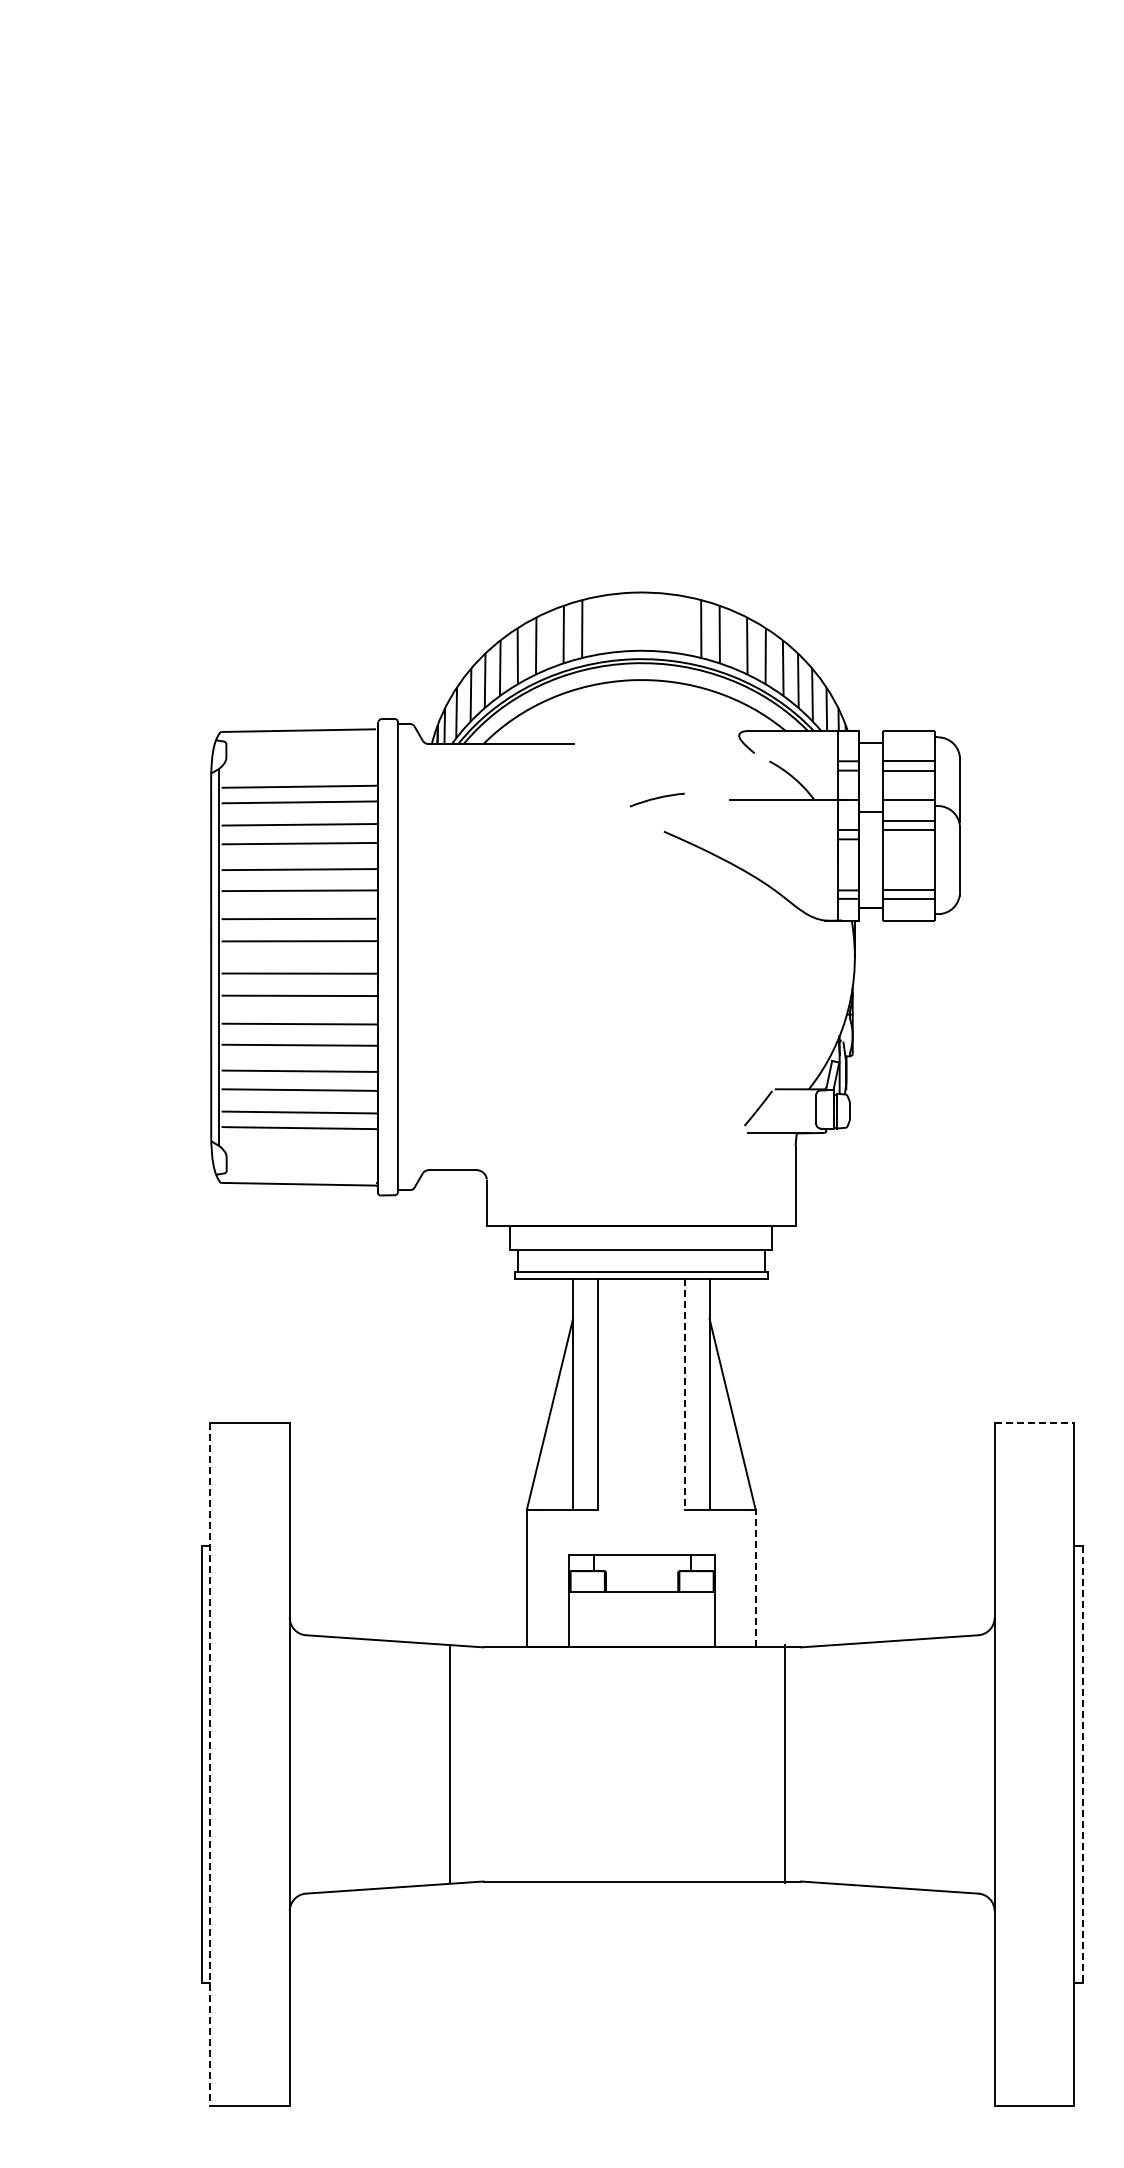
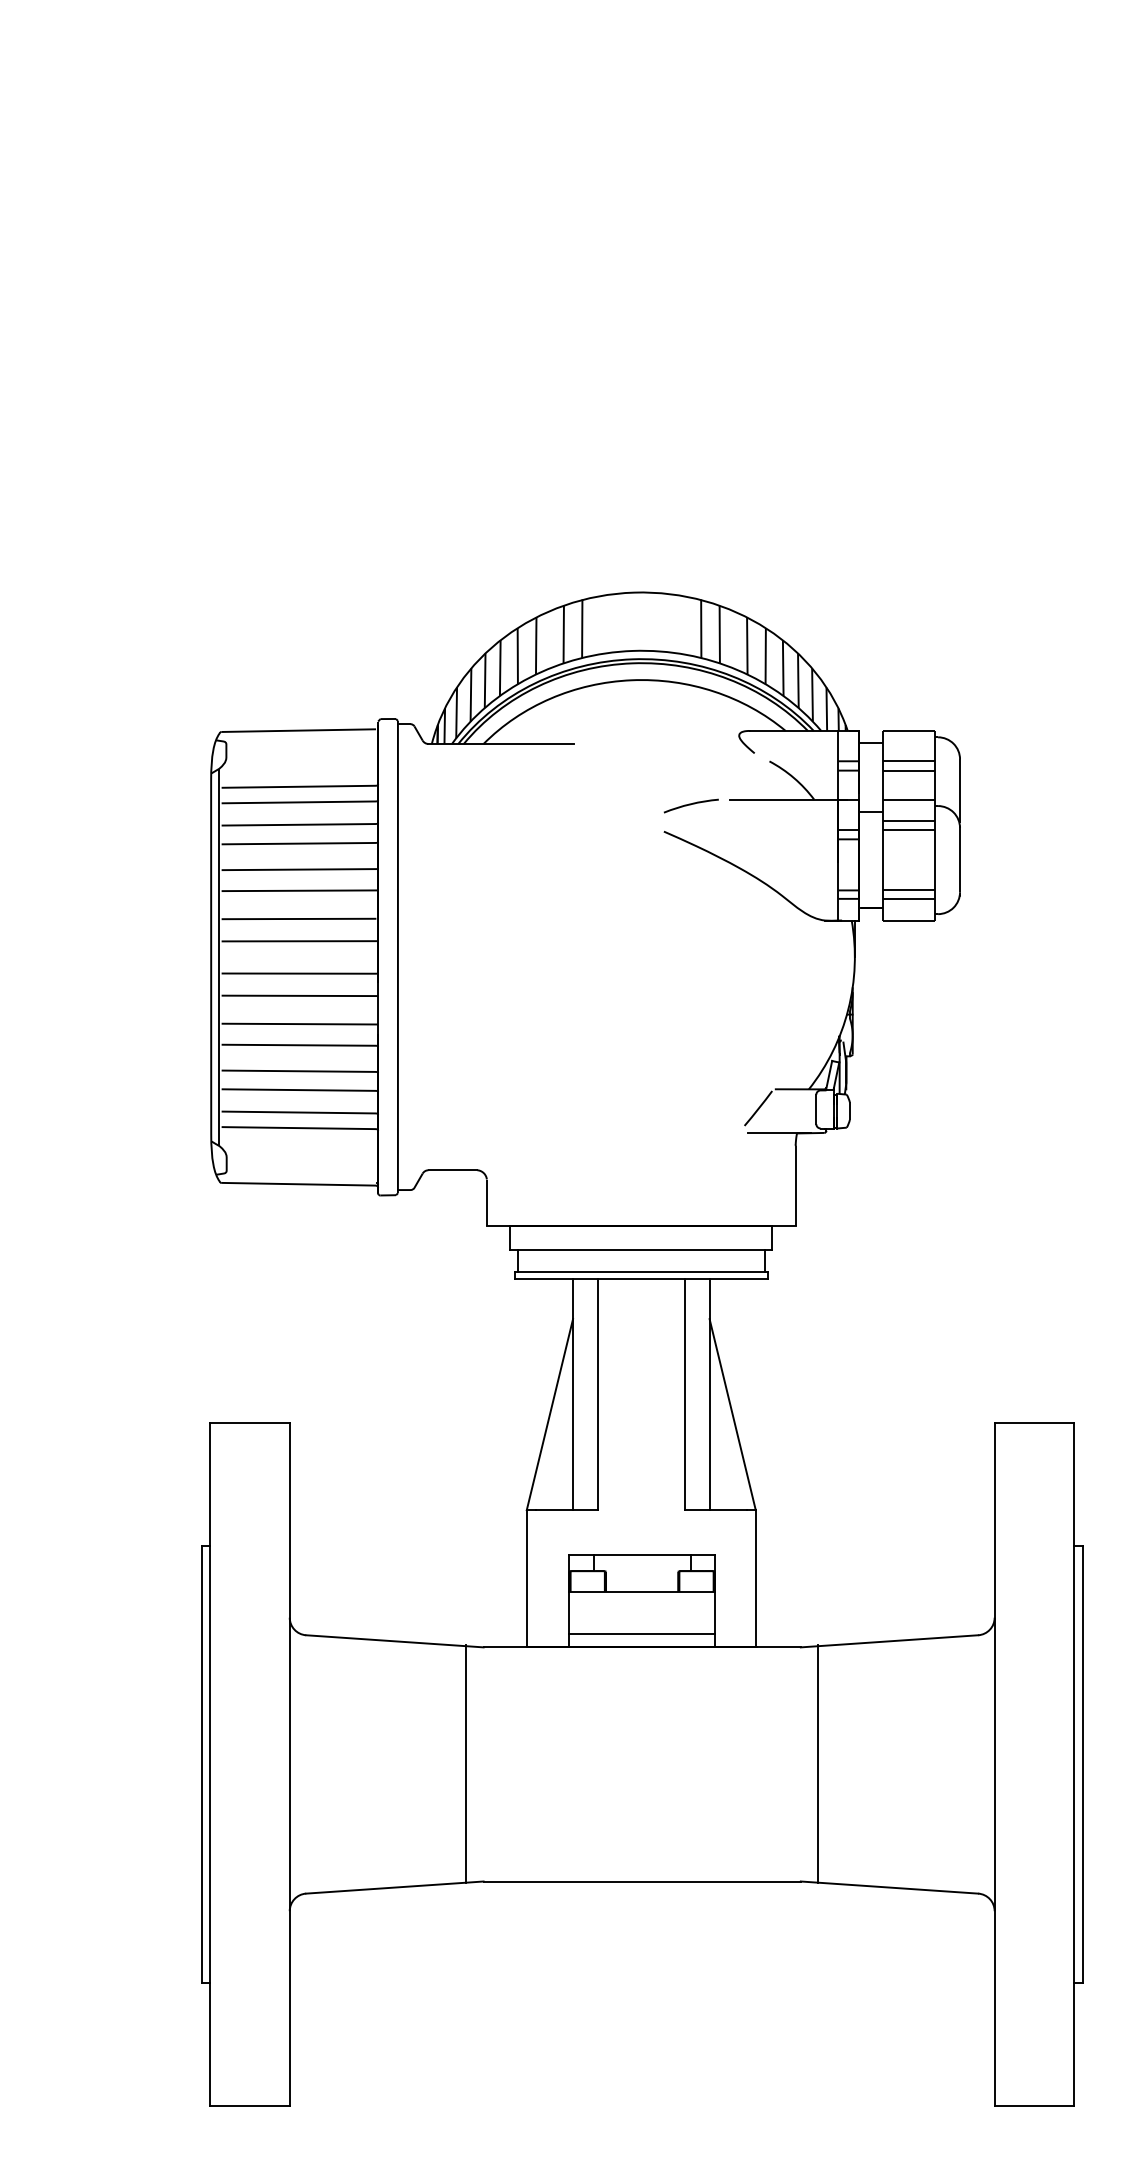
arc at (656, 799) position: (656, 799) -> (690, 805)
line at (684, 1395): dashed -> solid
line at (1034, 1422): dashed -> solid
line at (755, 1578): dashed -> solid
line at (641, 1633): none -> present
line at (210, 1764): dashed -> solid
line at (449, 1764) position: (449, 1764) -> (465, 1764)
line at (785, 1764) position: (785, 1764) -> (818, 1764)
line at (1082, 1764): dashed -> solid
